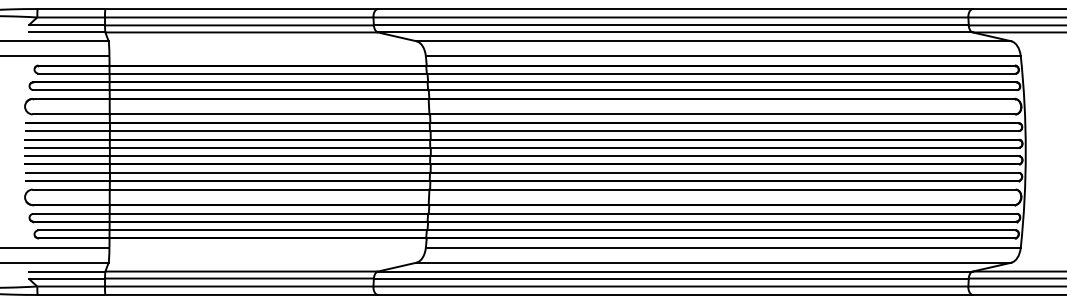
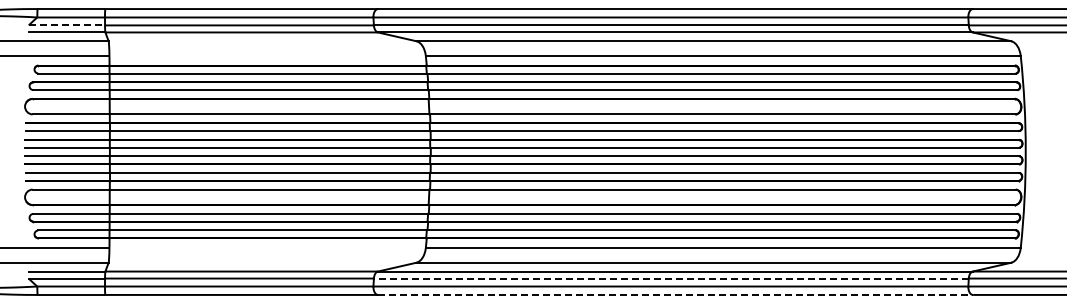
line at (67, 25): solid -> dashed
line at (670, 278): solid -> dashed
line at (676, 294): solid -> dashed
